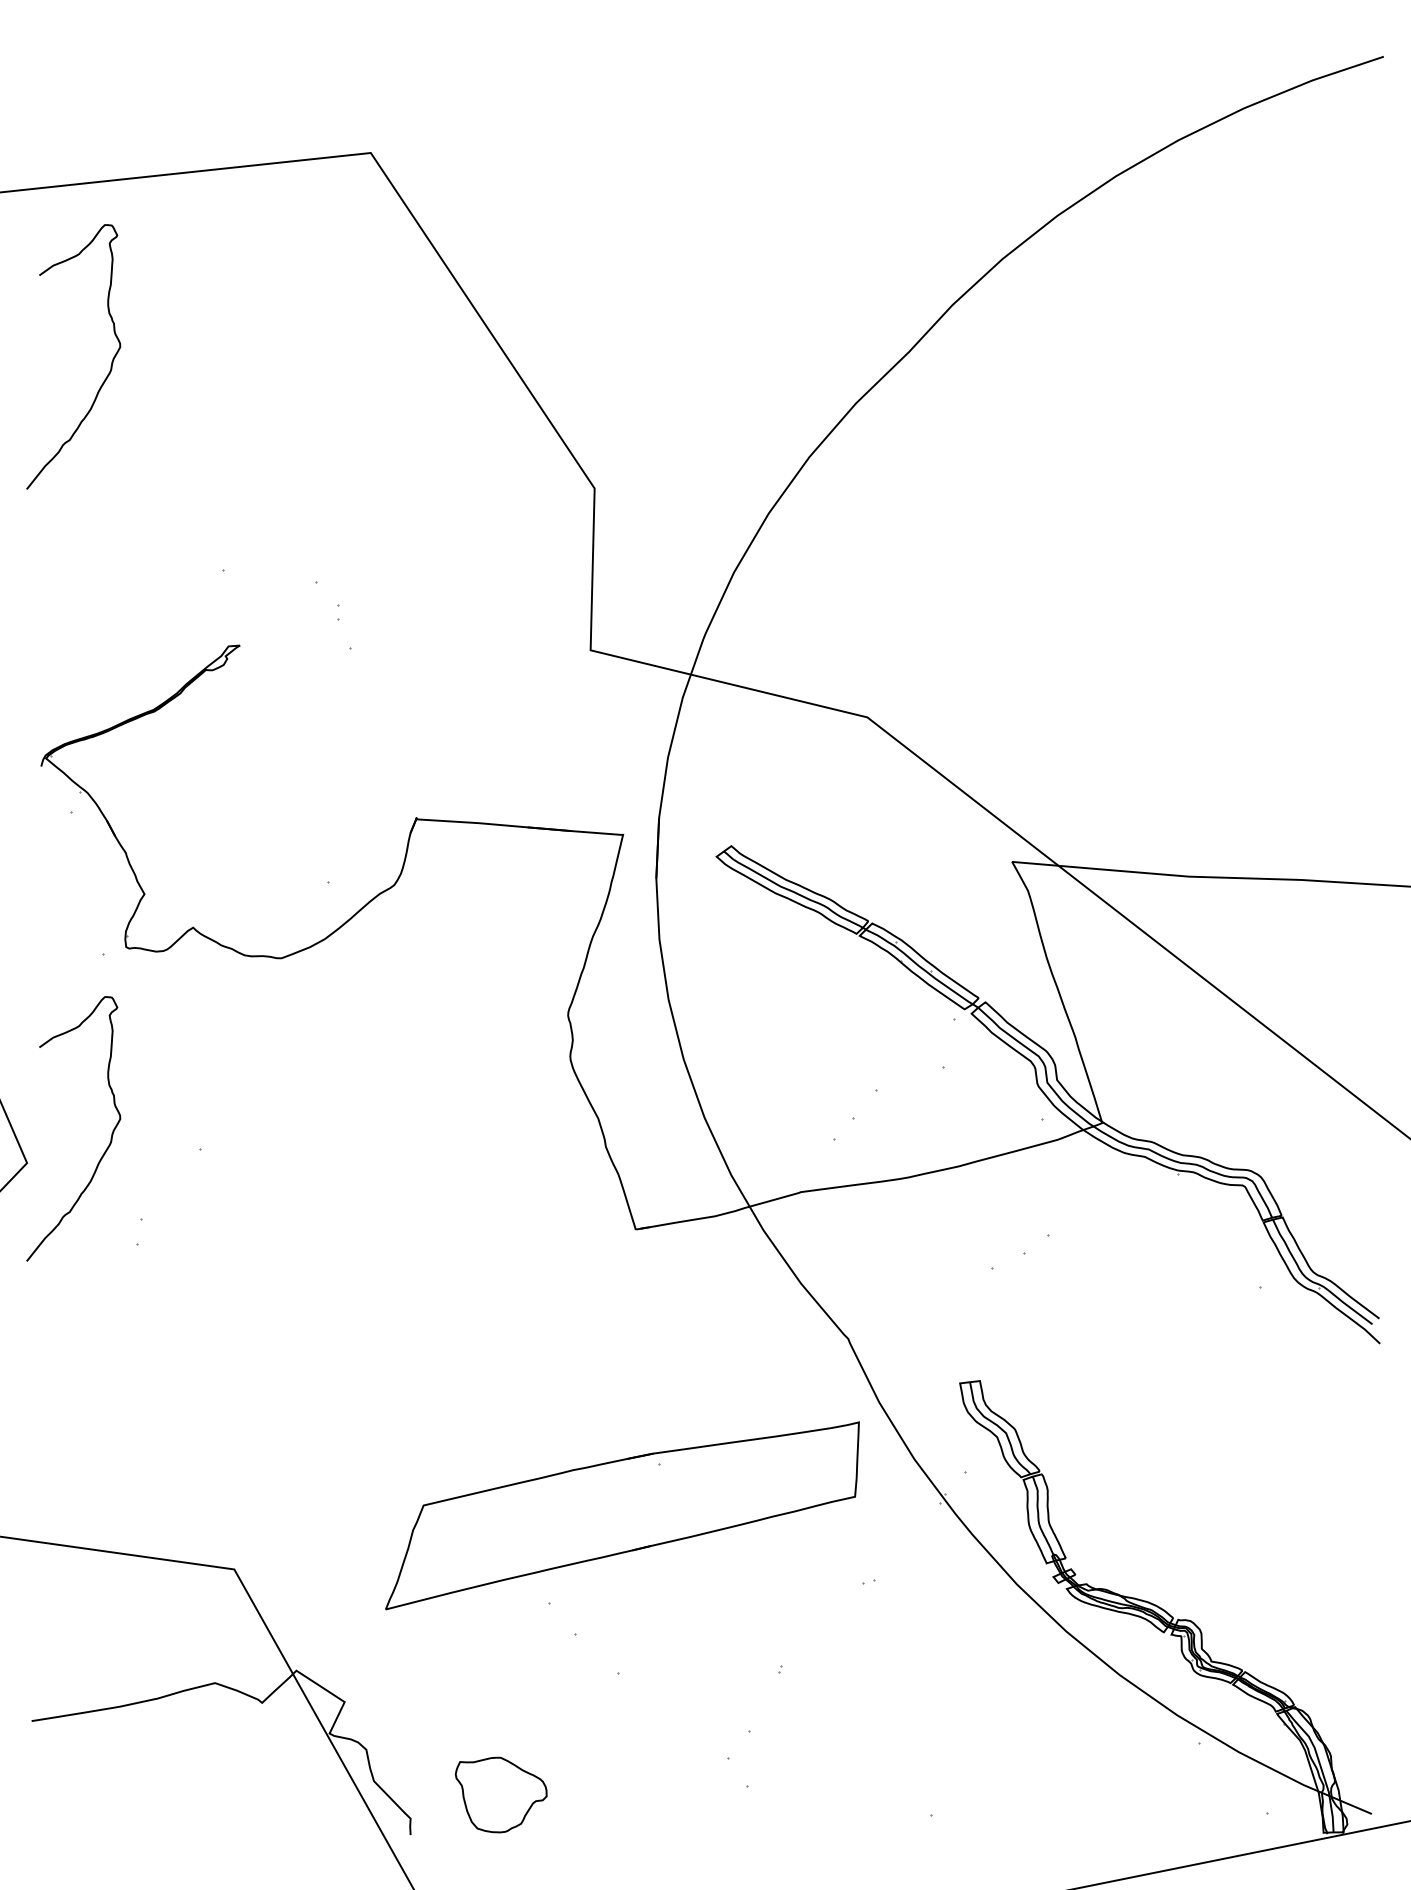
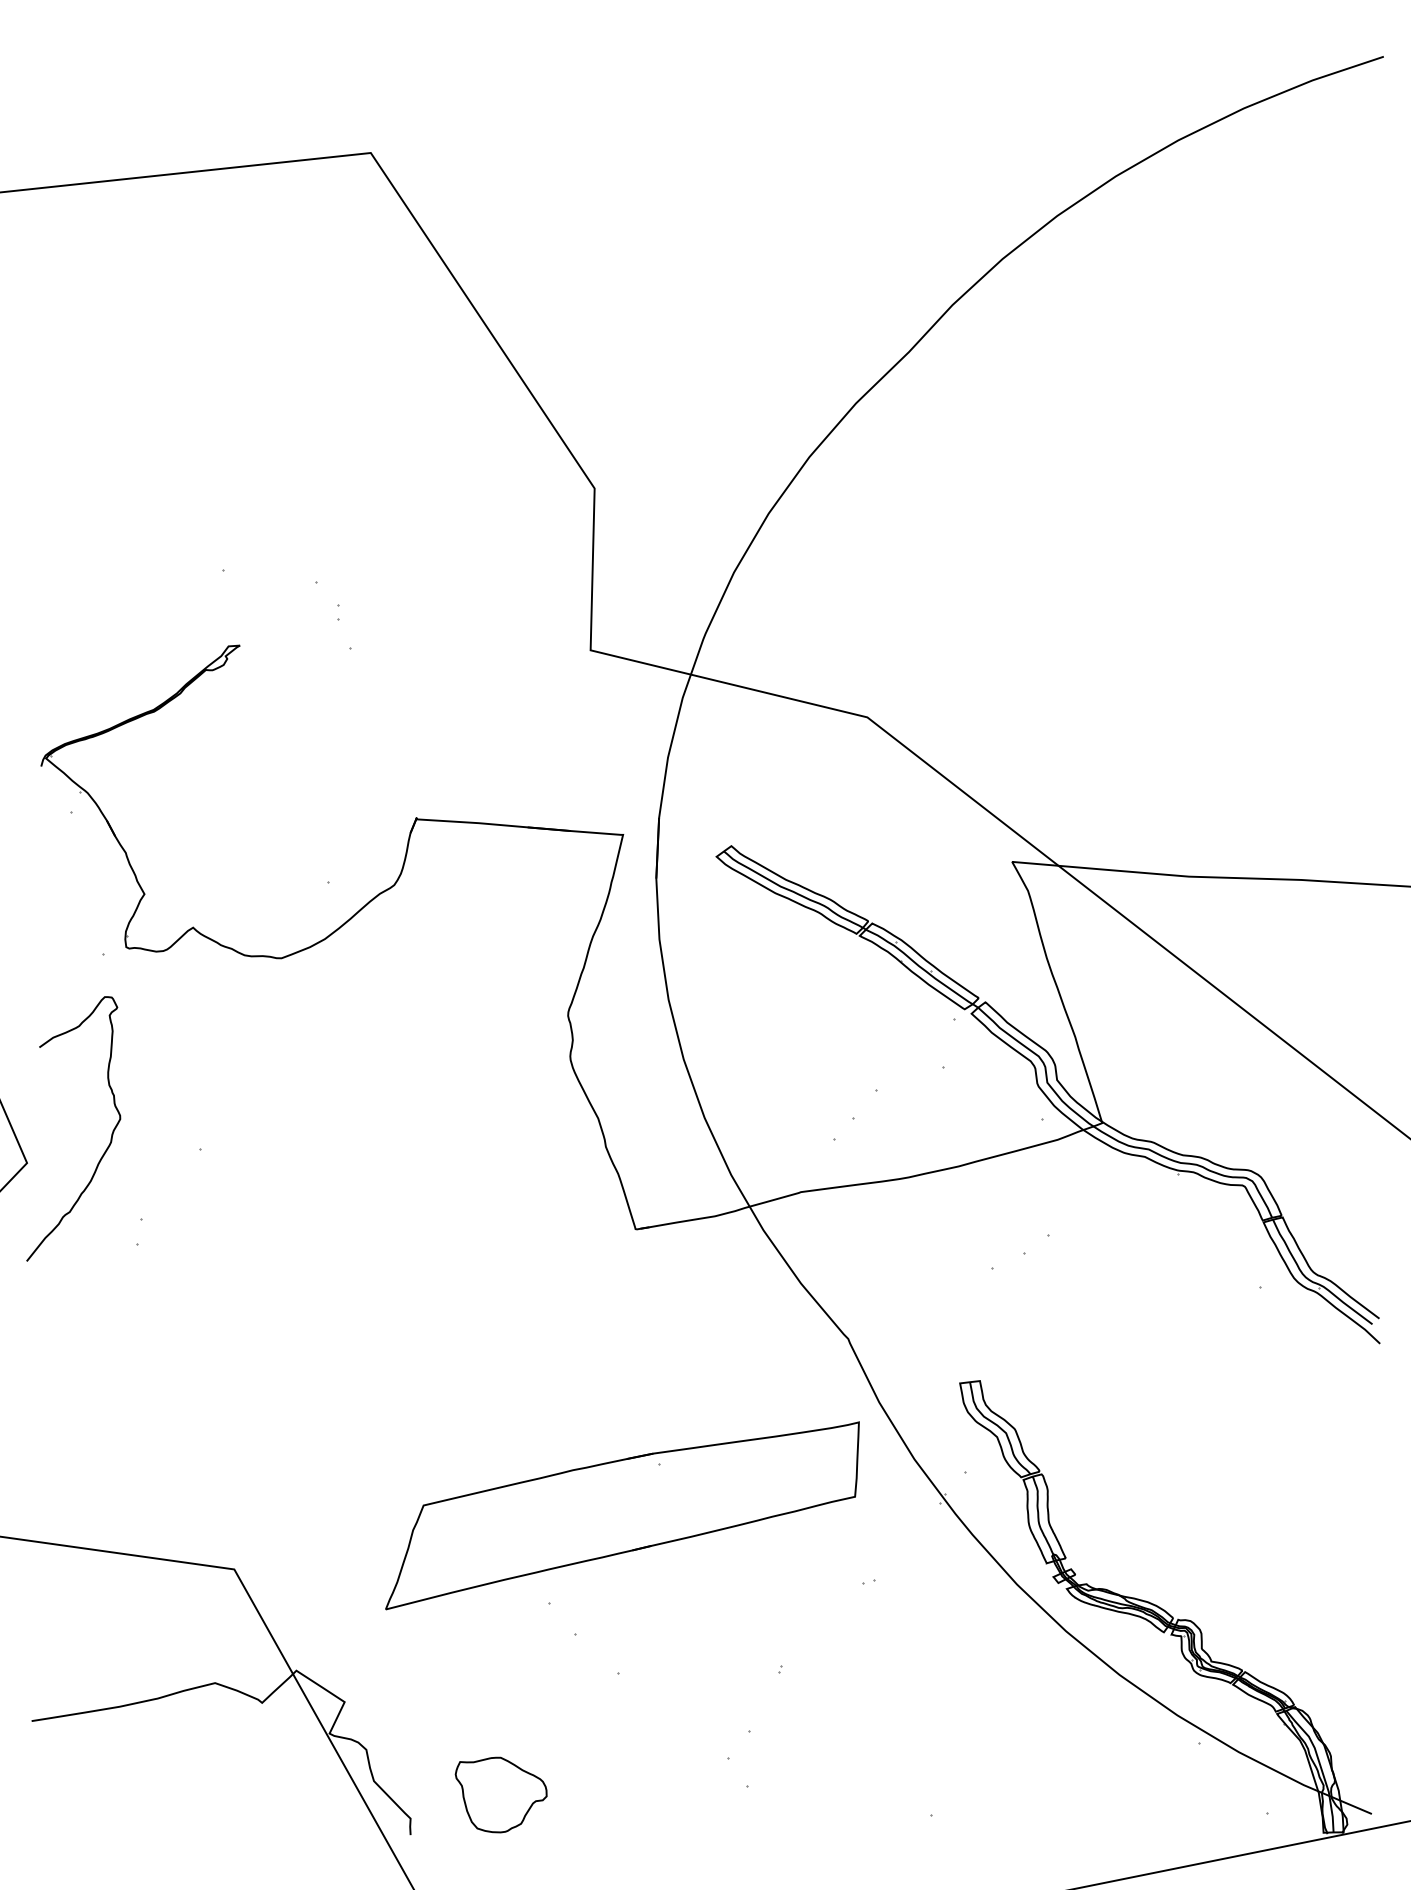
curve at (111, 361): present -> none
